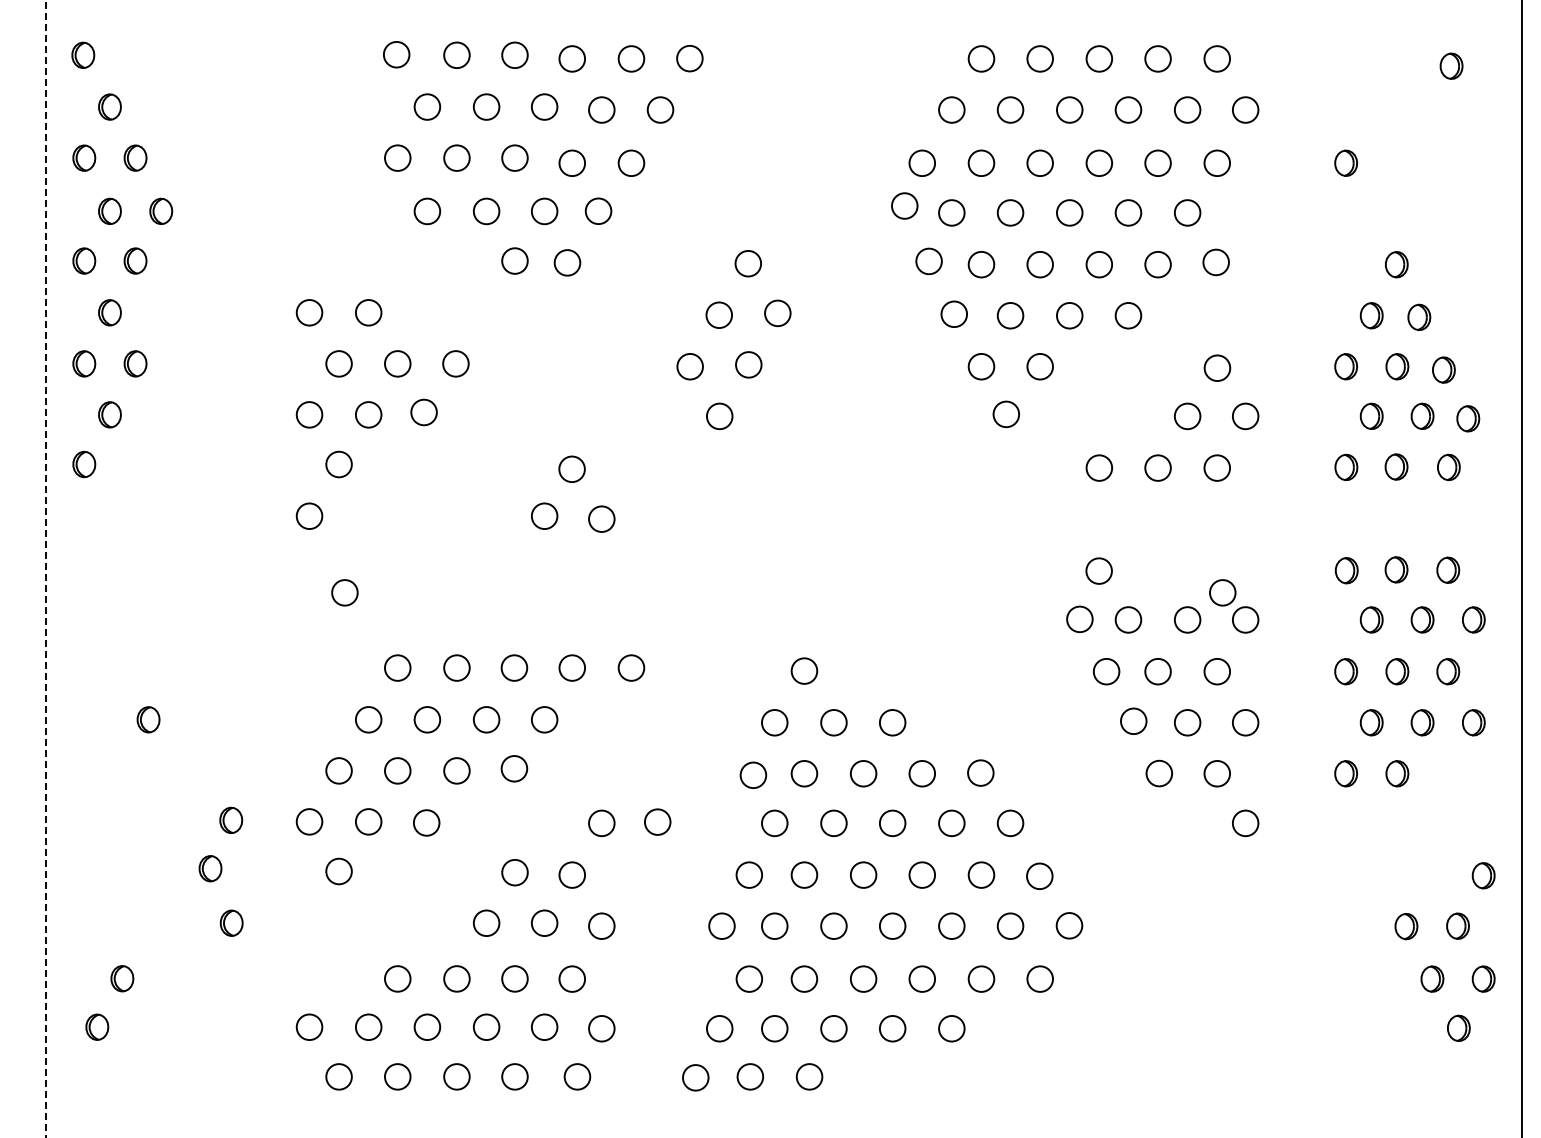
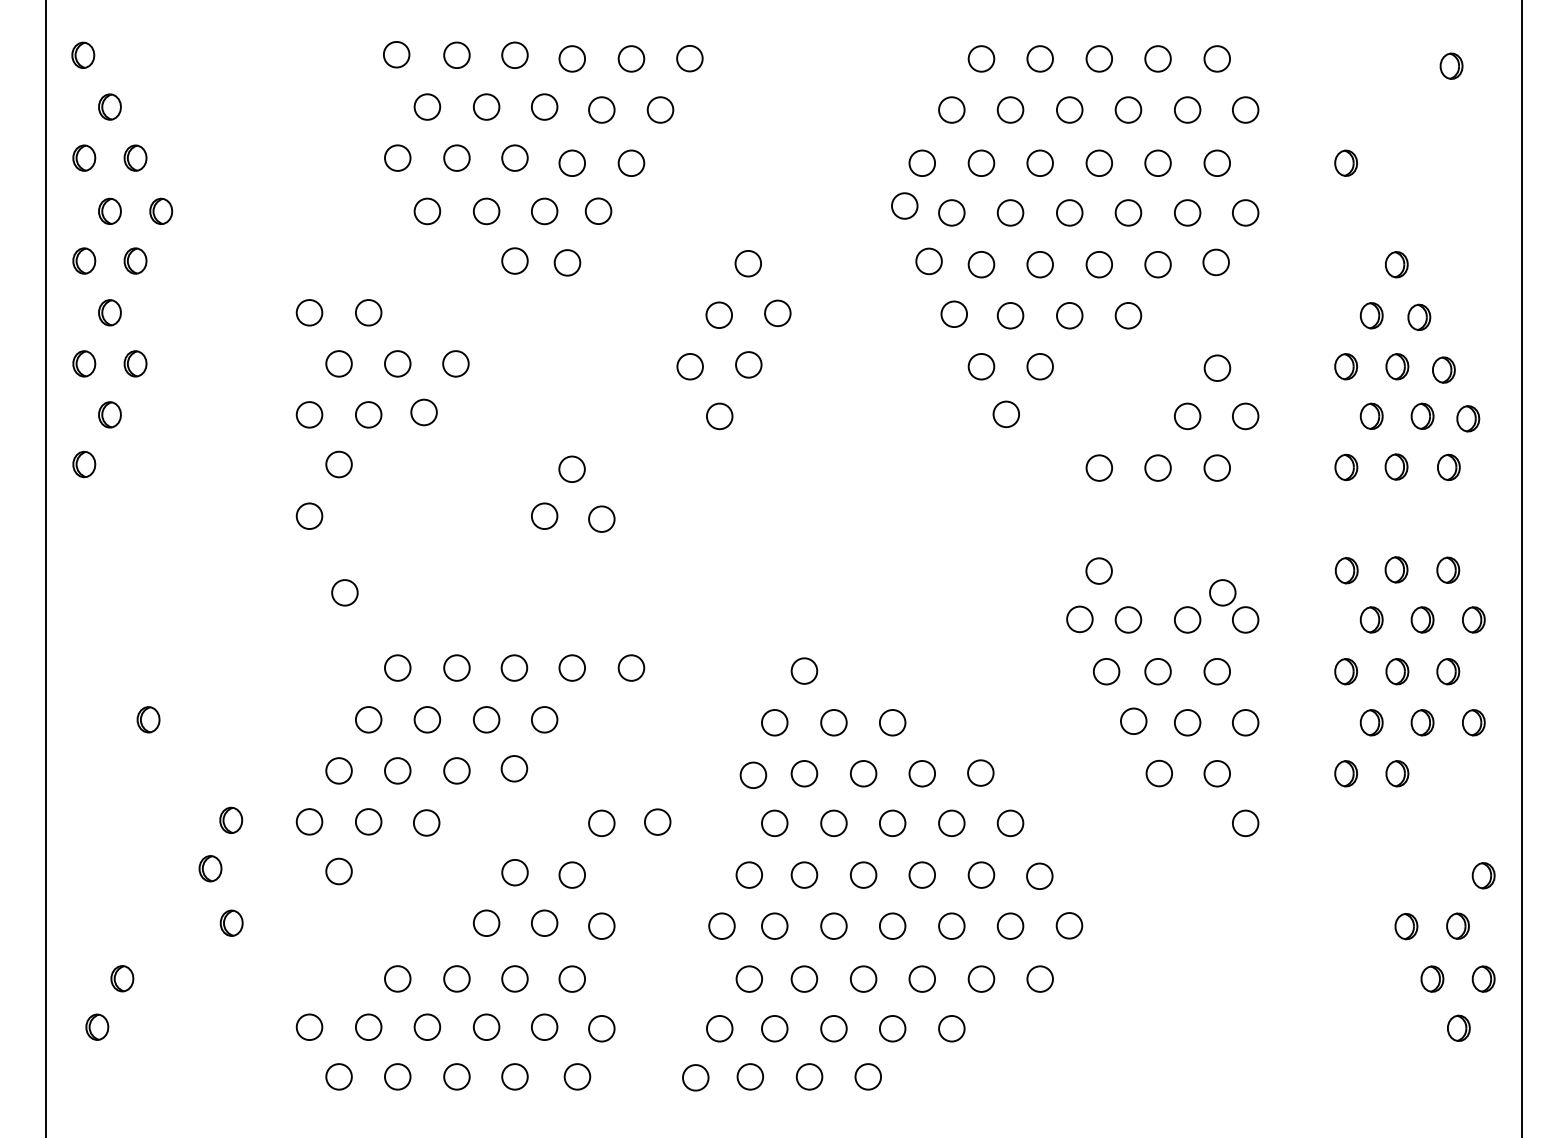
circle at (1245, 212): none -> present
line at (46, 569): dashed -> solid
circle at (867, 1076): none -> present
